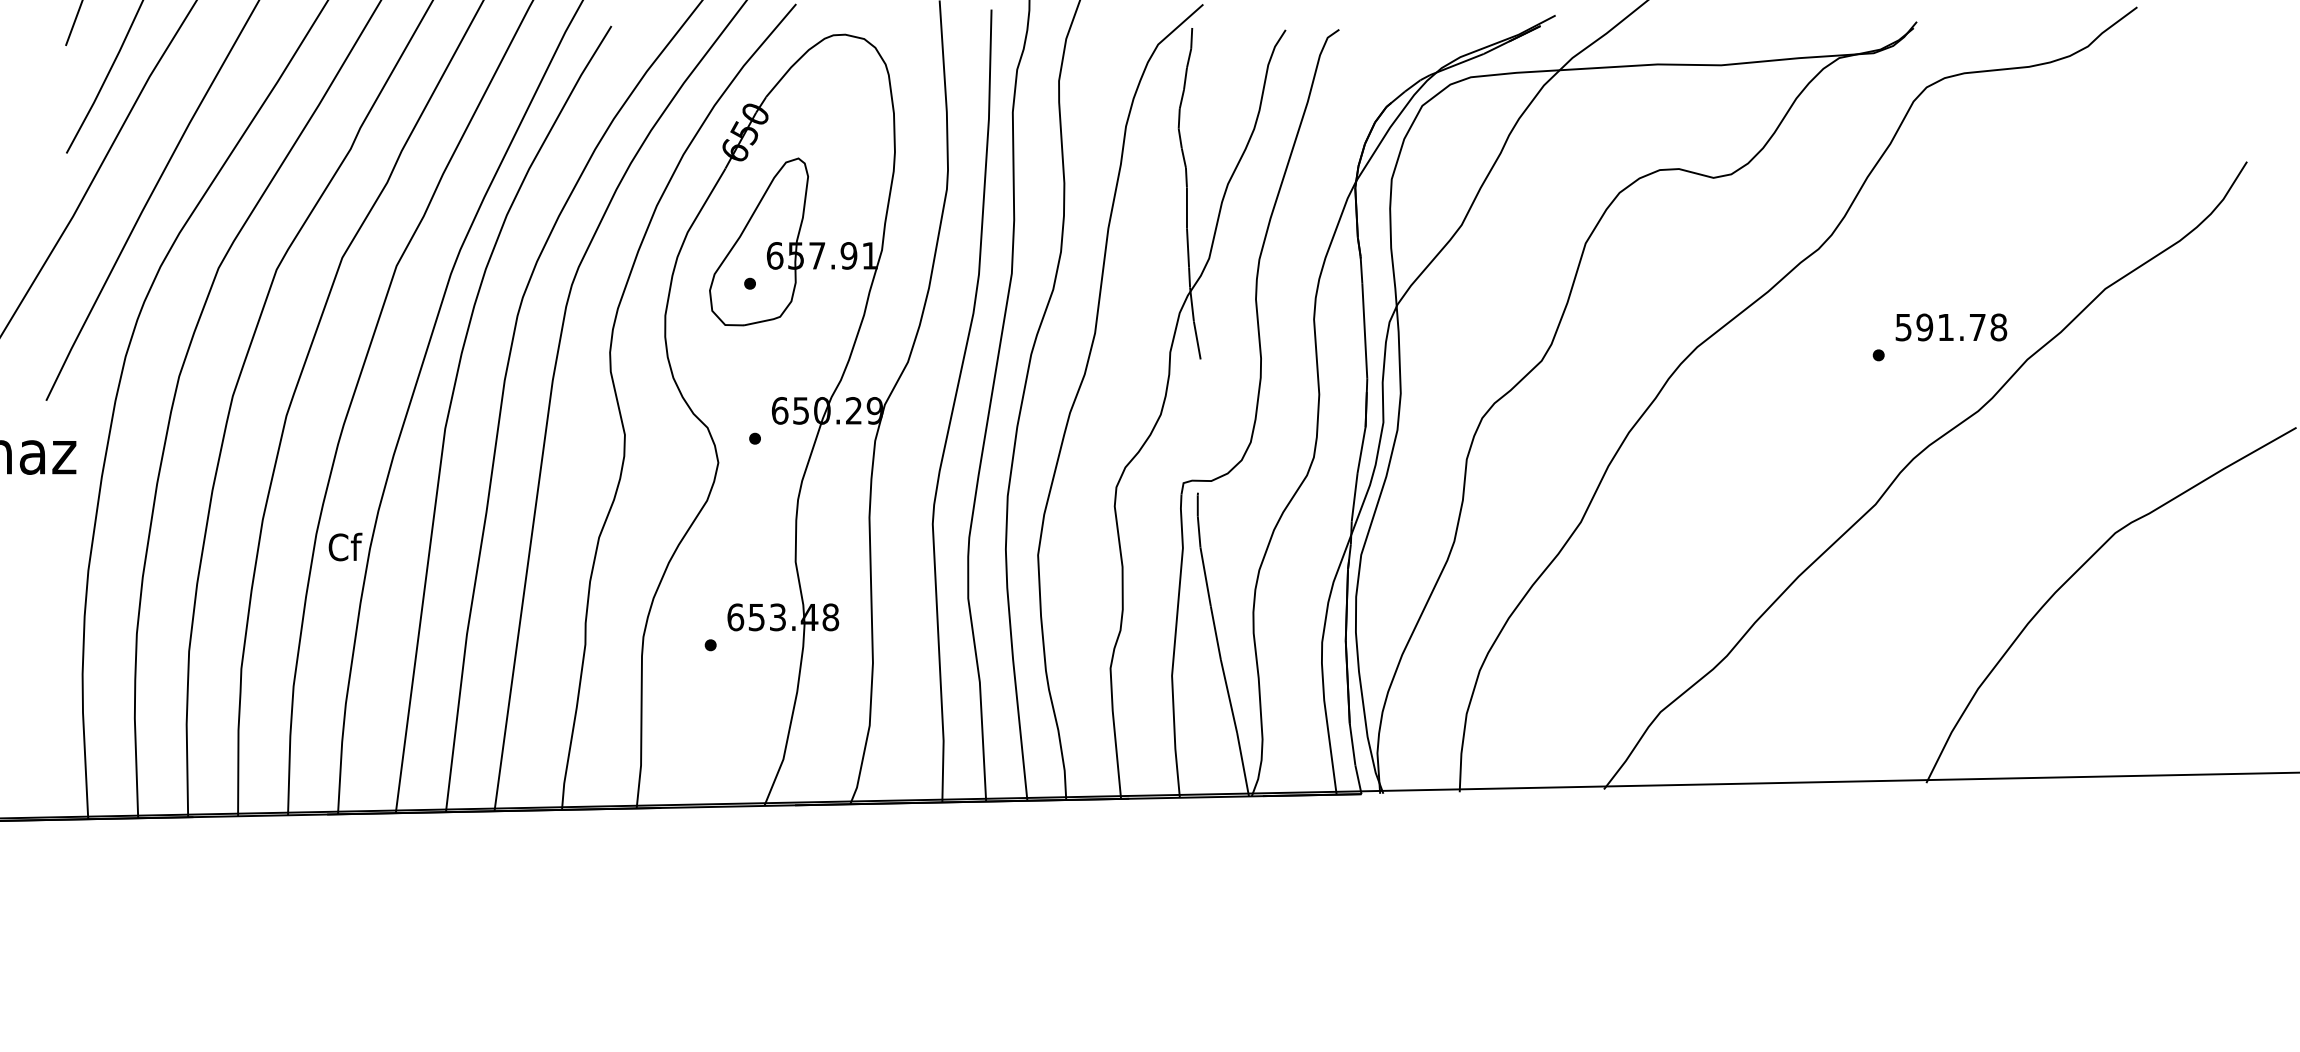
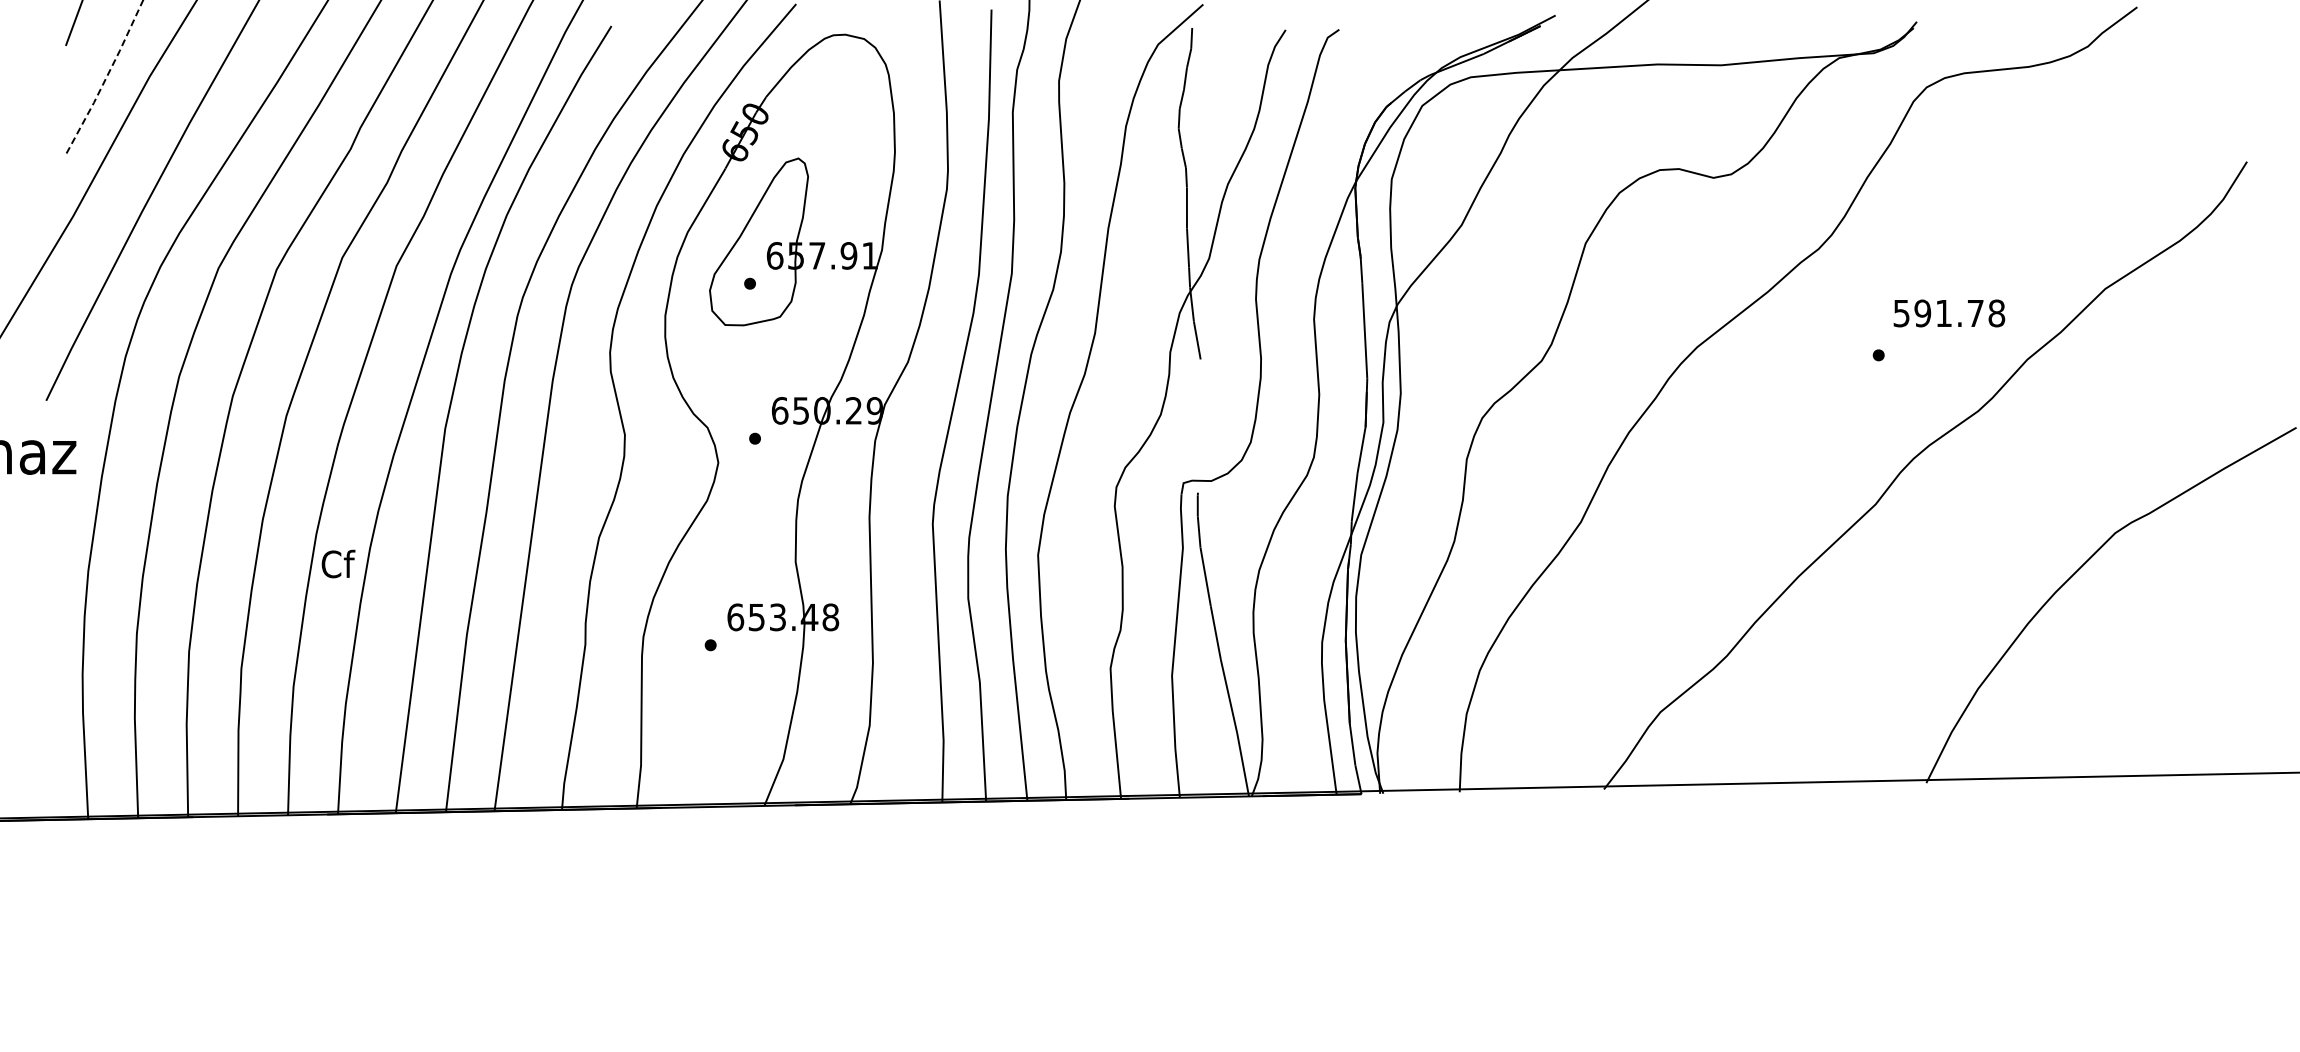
line at (106, 77): solid -> dashed
text at (1951, 327) position: (1951, 327) -> (1949, 313)
text at (345, 546) position: (345, 546) -> (338, 563)
